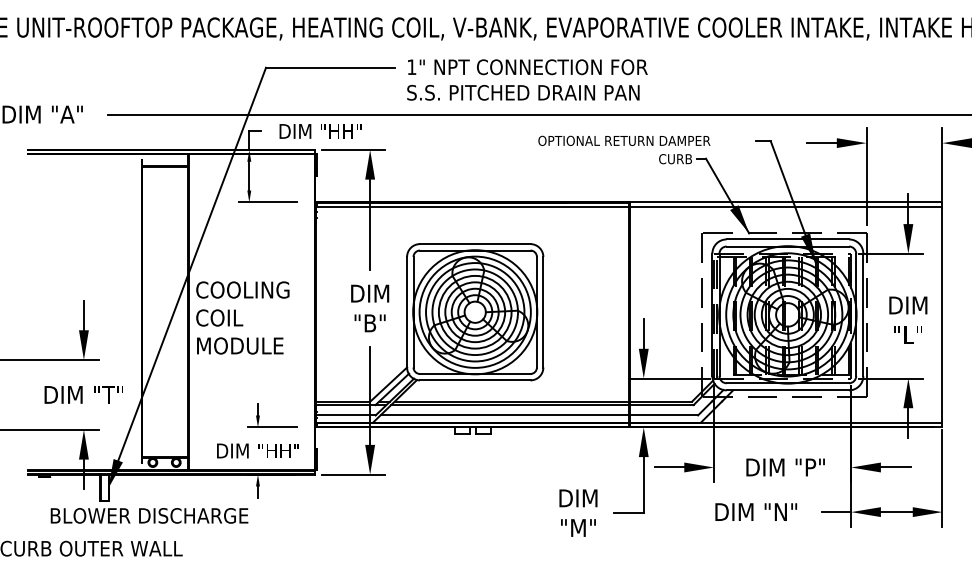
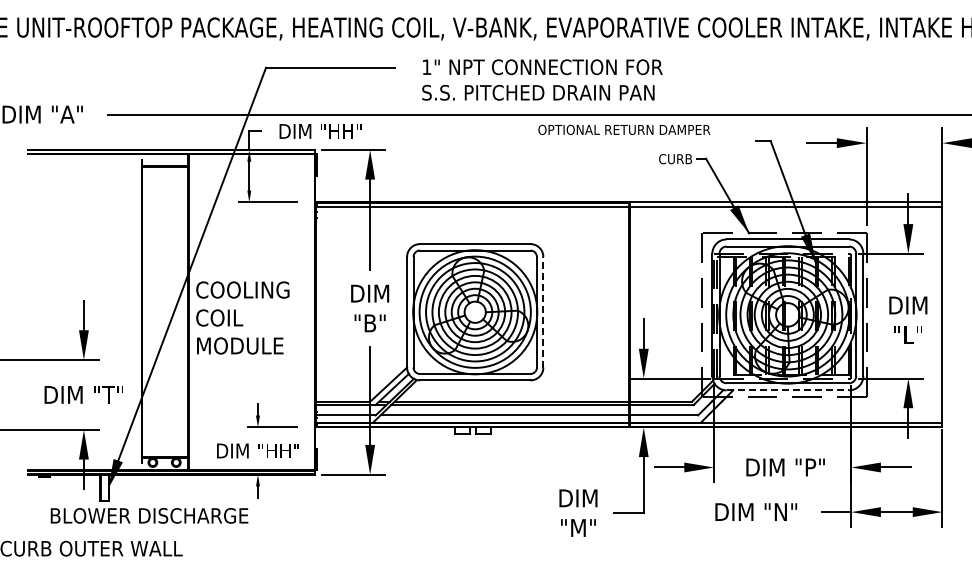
text at (527, 79) position: (527, 79) -> (542, 79)
text at (624, 140) position: (624, 140) -> (624, 129)
line at (543, 311): solid -> dashed
line at (788, 390): solid -> dashed
